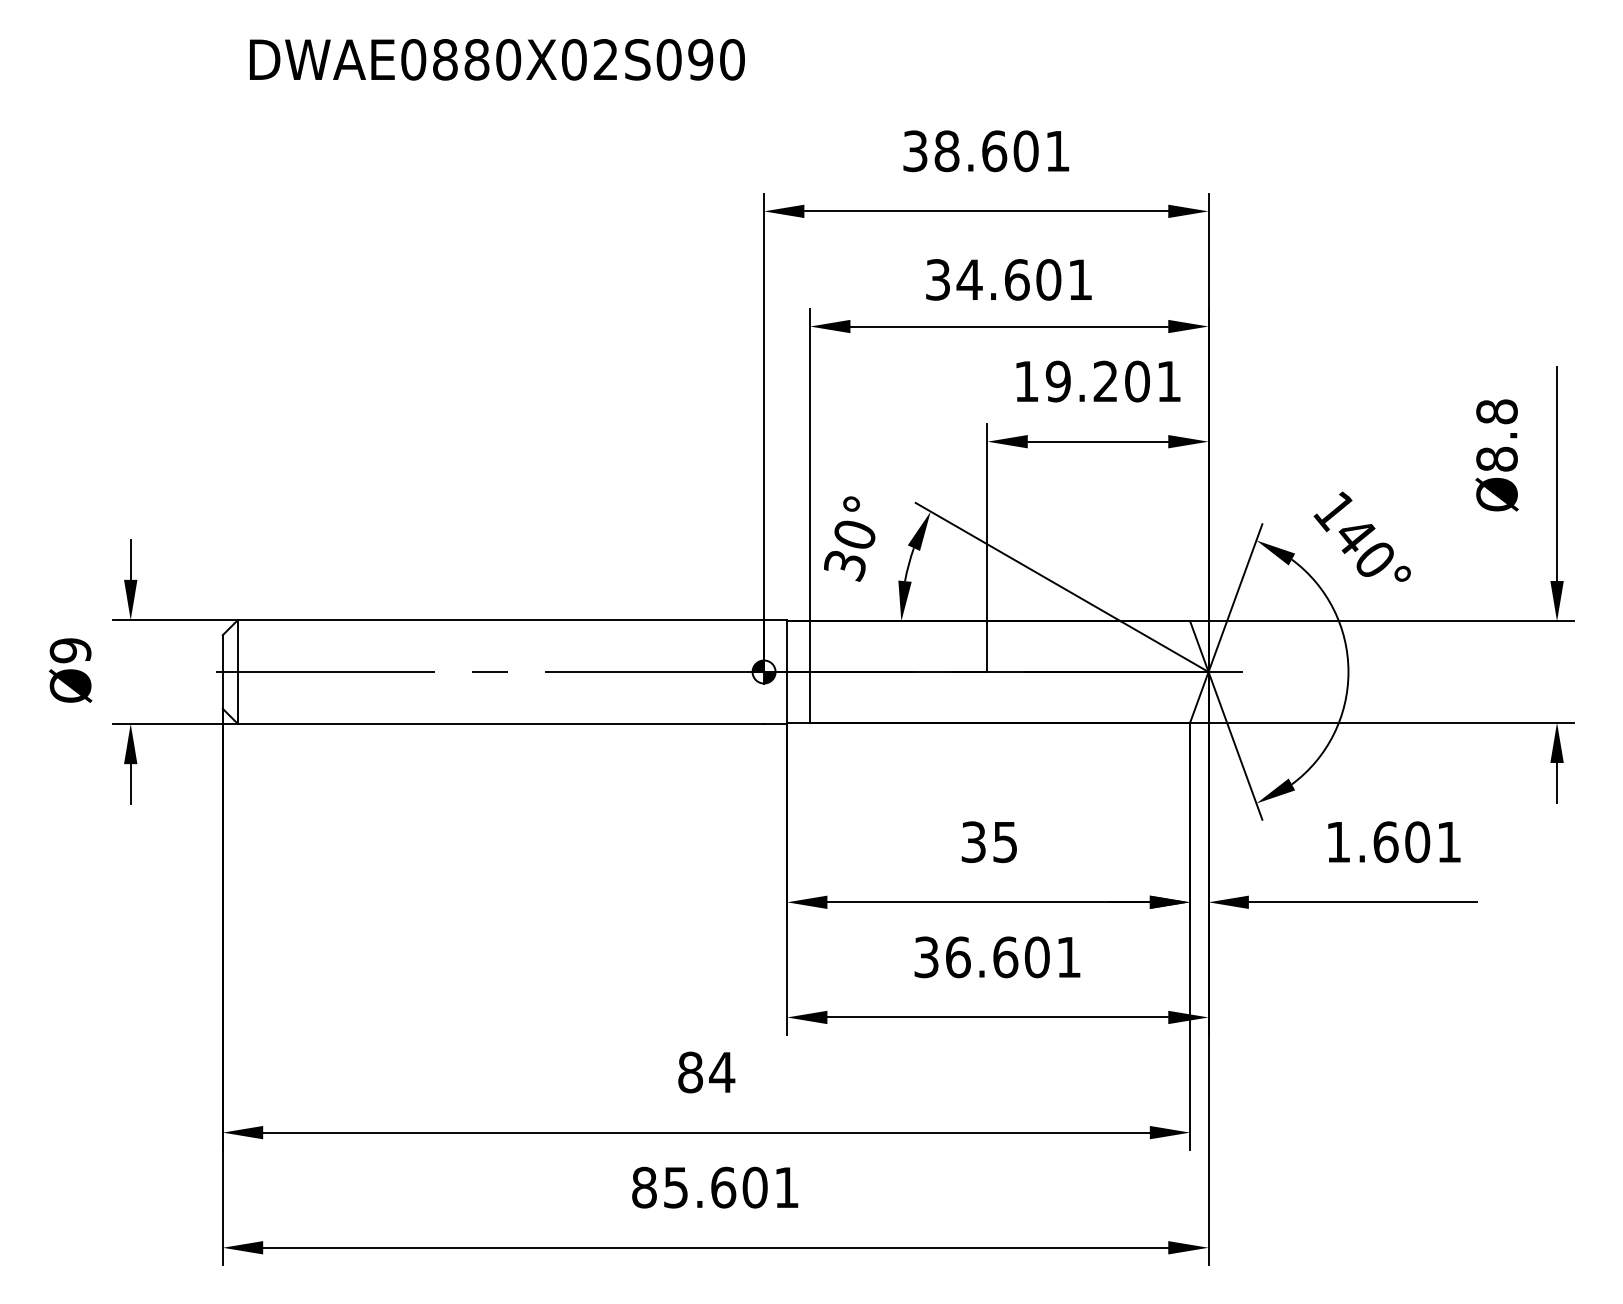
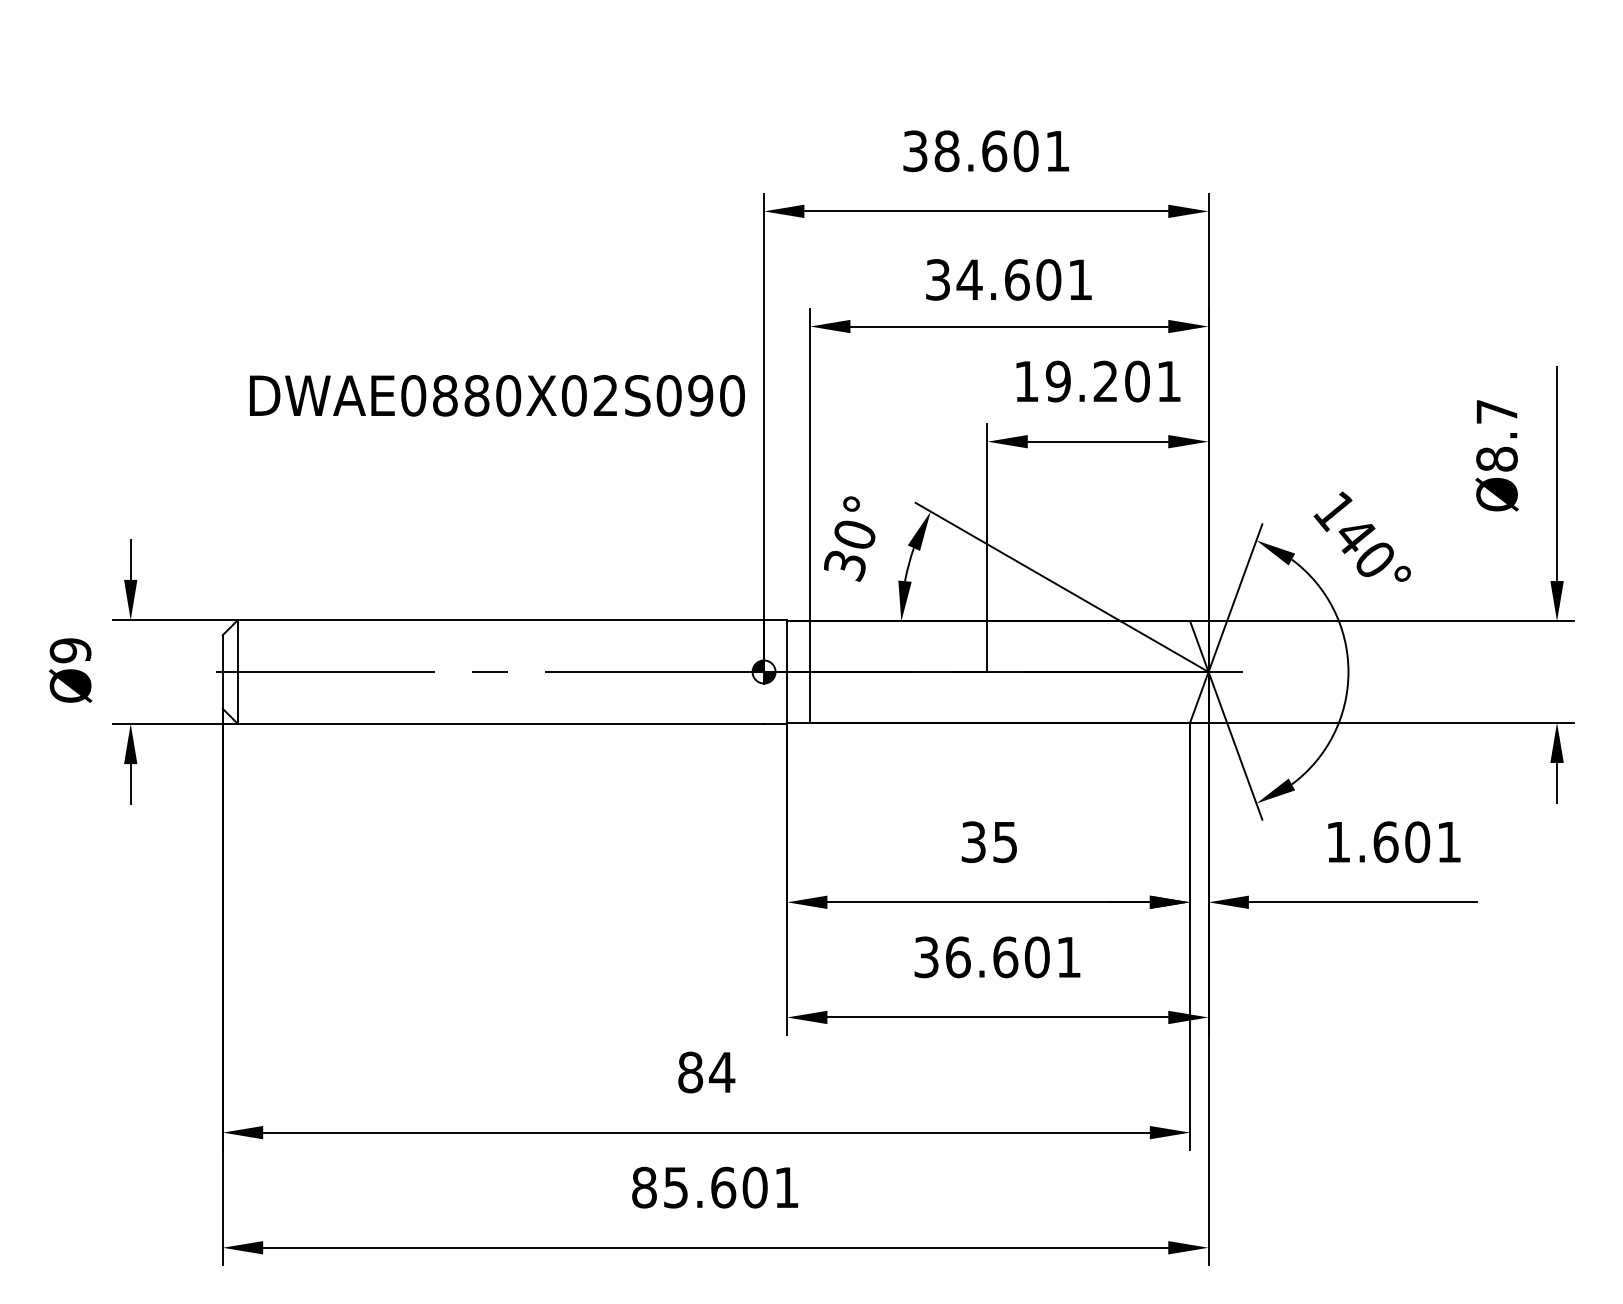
text at (497, 59) position: (497, 59) -> (497, 395)
text at (1496, 411): Ø8.8 -> Ø8.7
